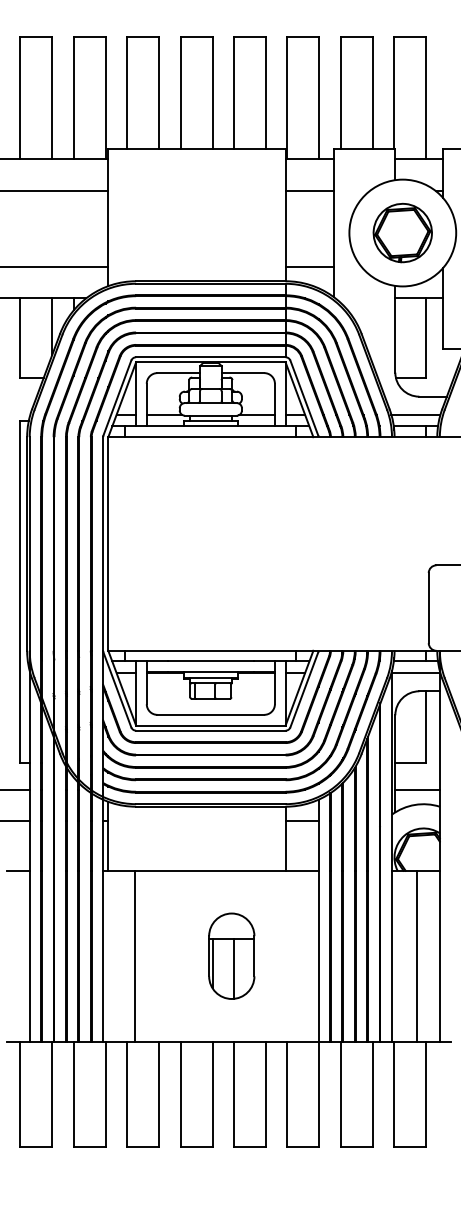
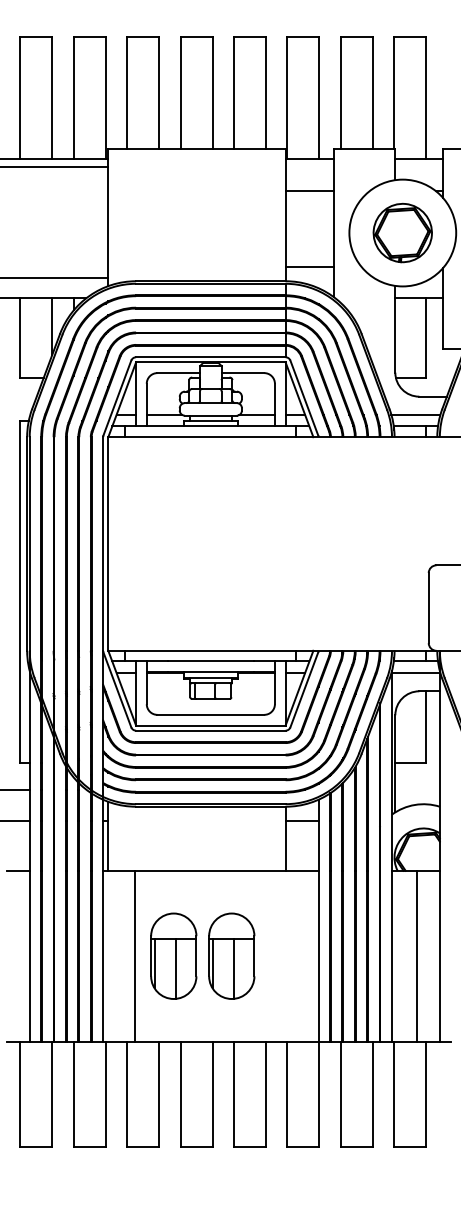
line at (55, 191) position: (55, 191) -> (55, 167)
line at (55, 266) position: (55, 266) -> (55, 277)
line at (417, 789): present -> none
part at (173, 955): none -> present
